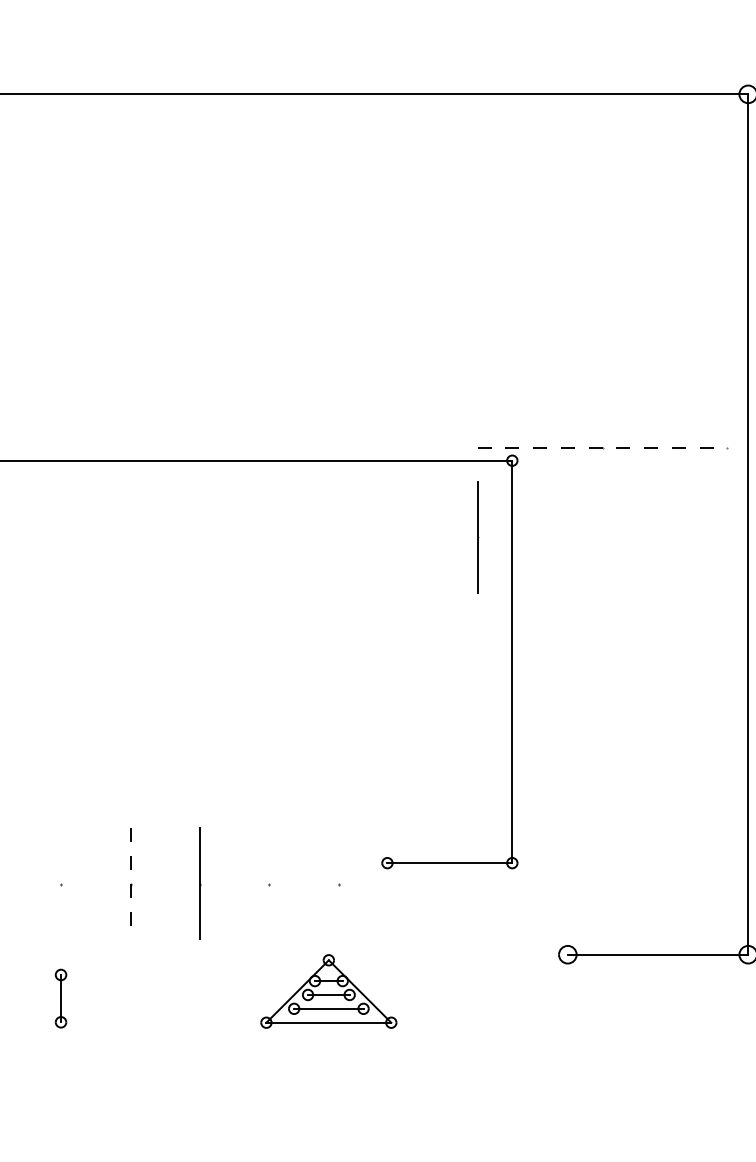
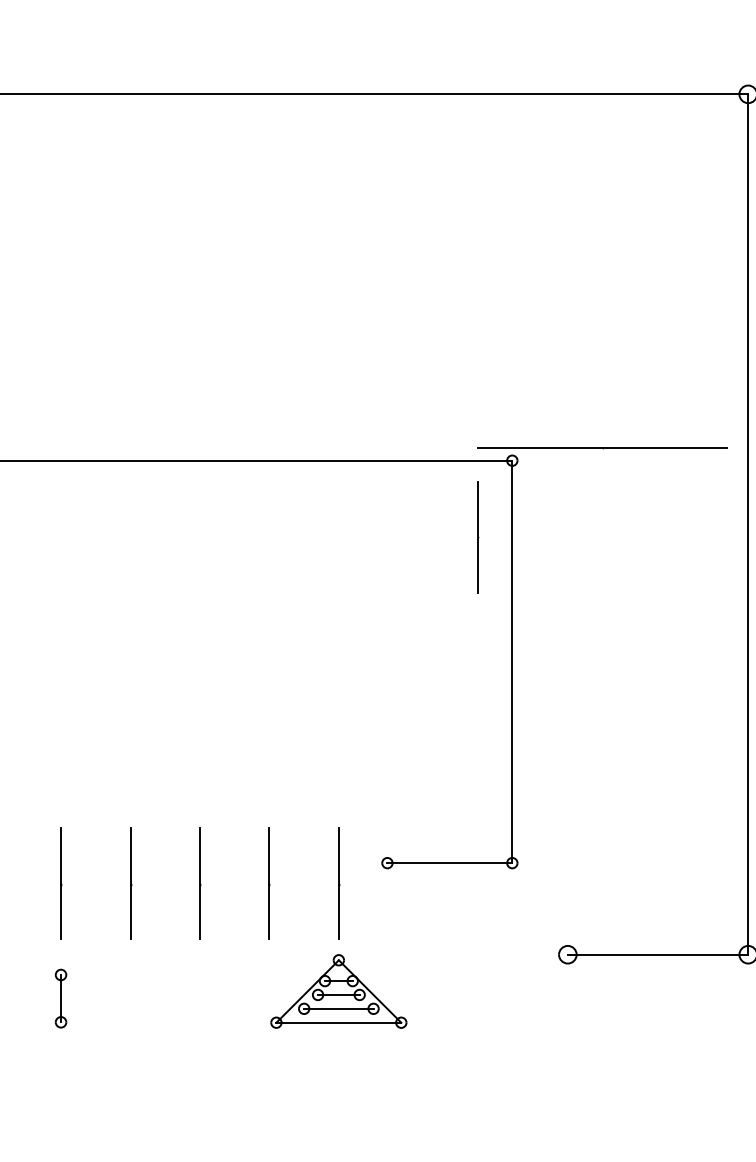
line at (602, 448): dashed -> solid
line at (61, 883): none -> present
line at (130, 883): dashed -> solid
line at (269, 883): none -> present
line at (338, 883): none -> present
part at (328, 991) position: (328, 991) -> (338, 991)
